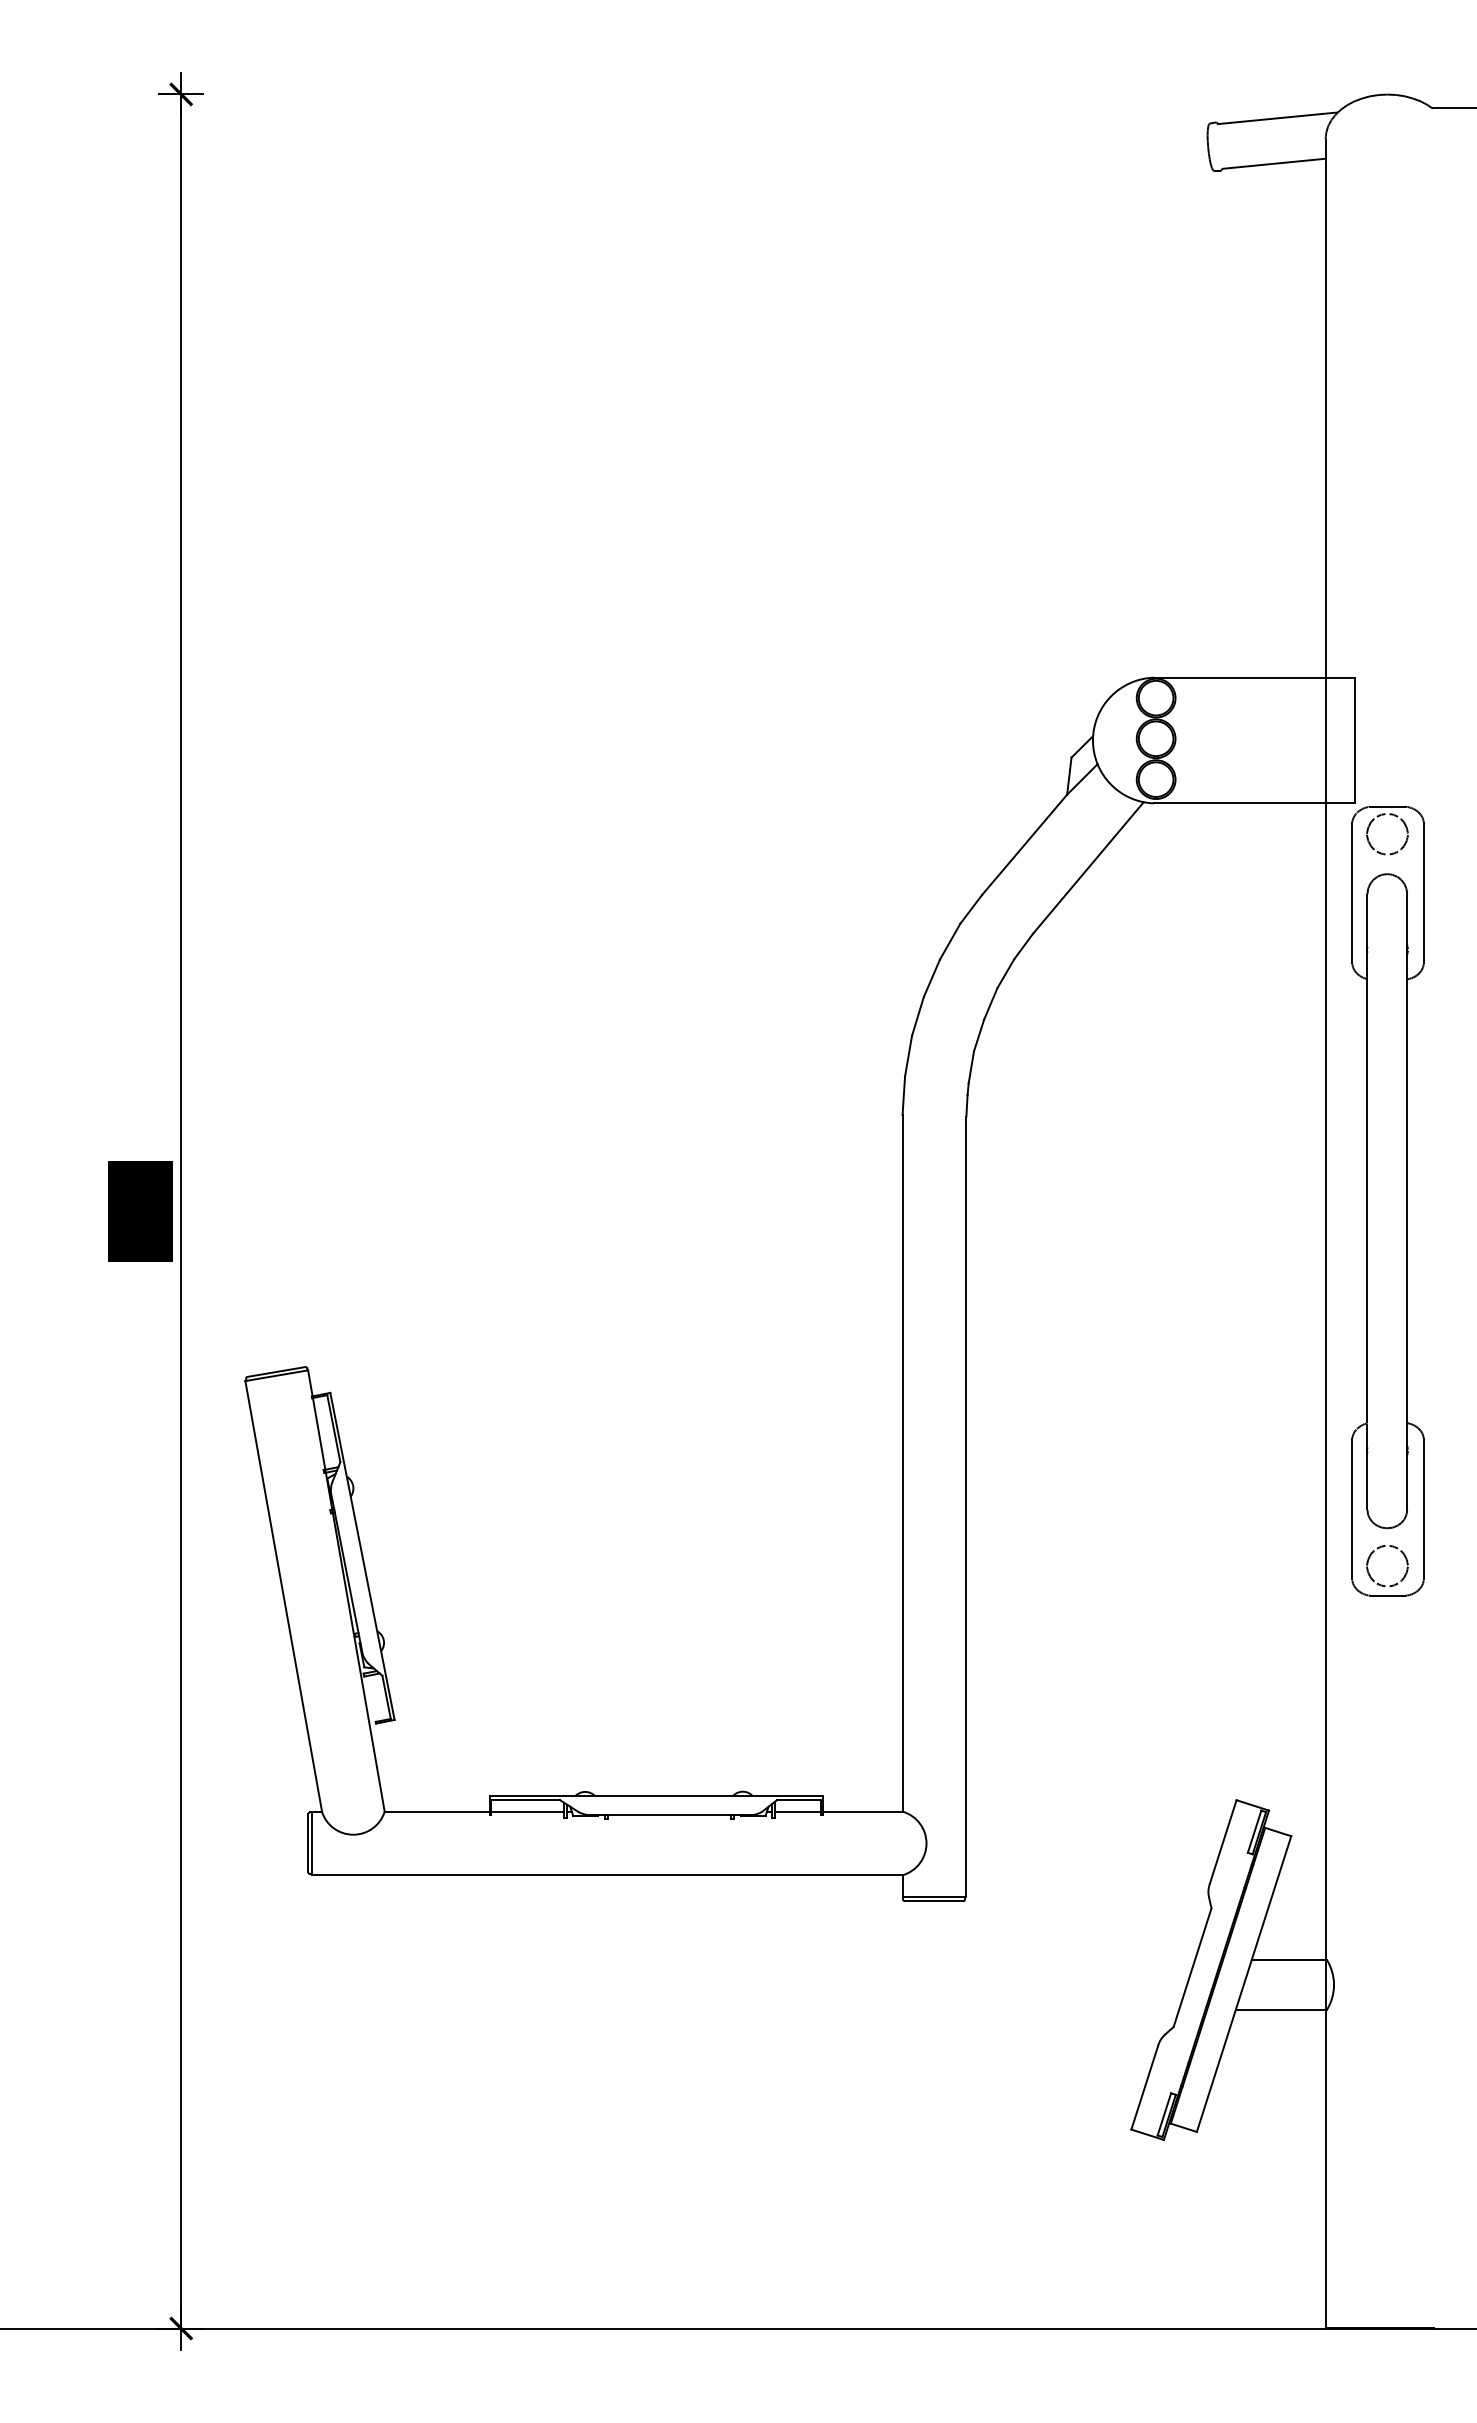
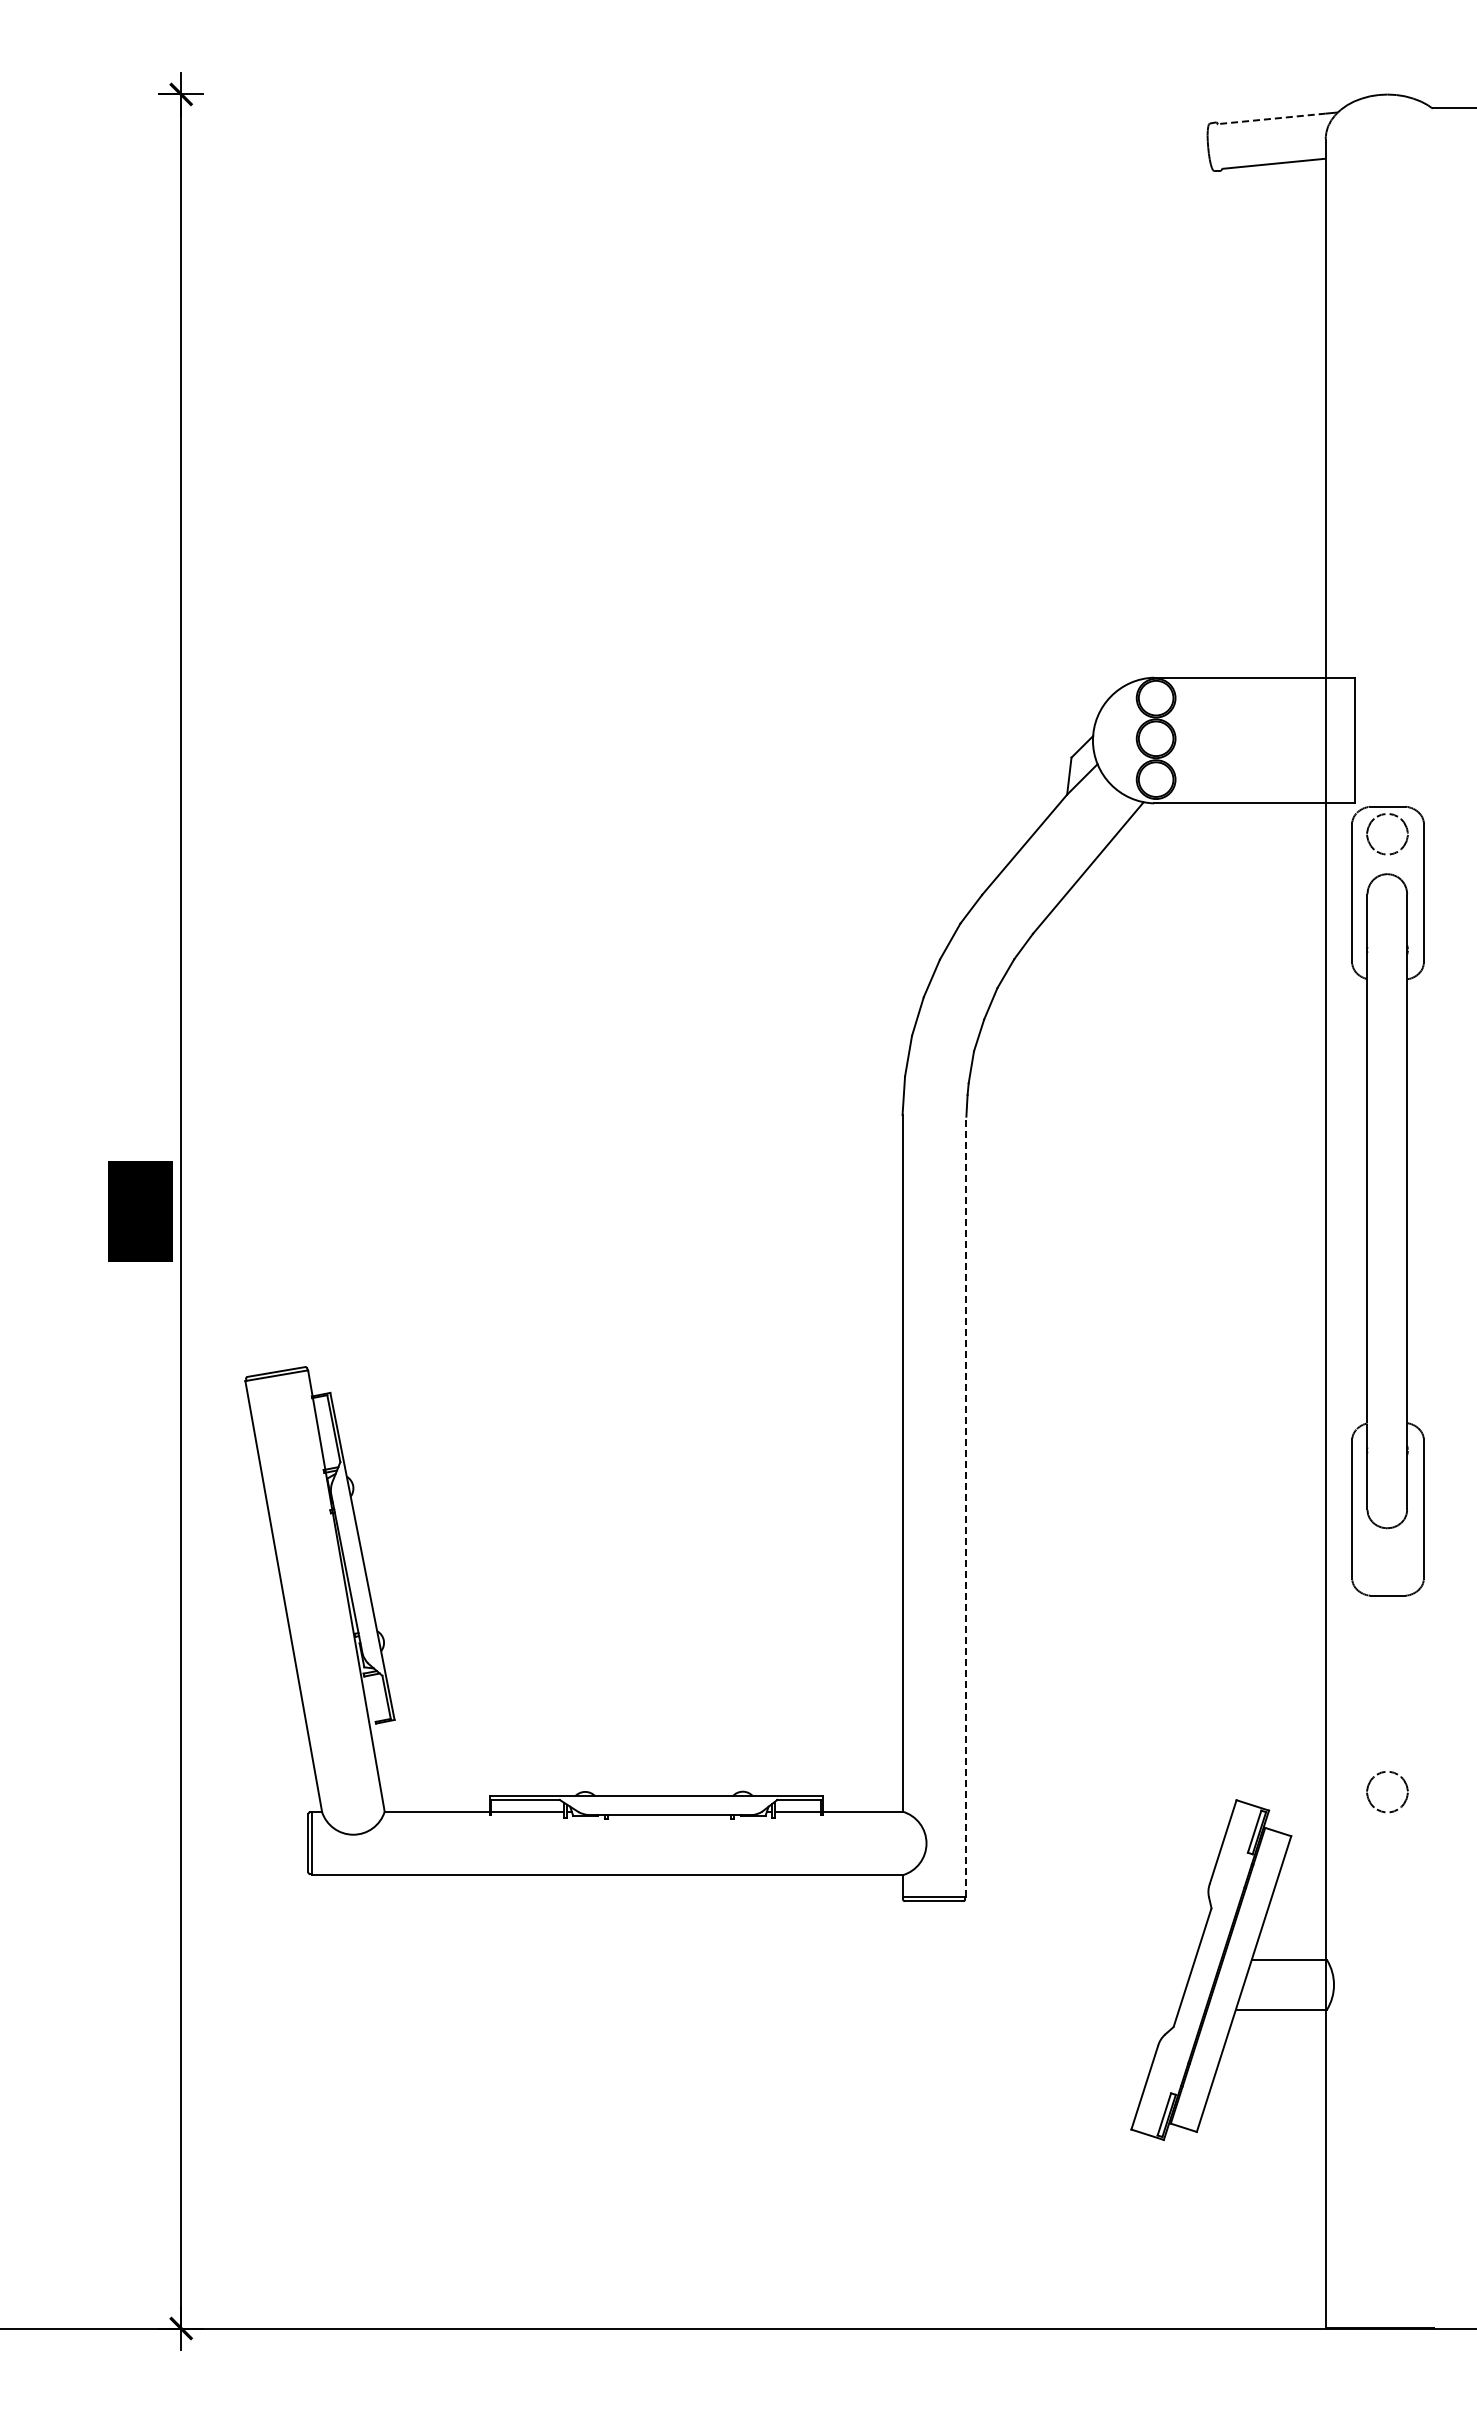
line at (1271, 118): solid -> dashed
line at (966, 1506): solid -> dashed
part at (1382, 1584) position: (1382, 1584) -> (1382, 1810)
